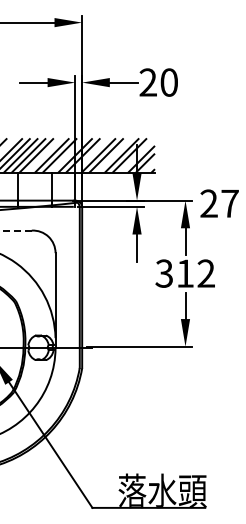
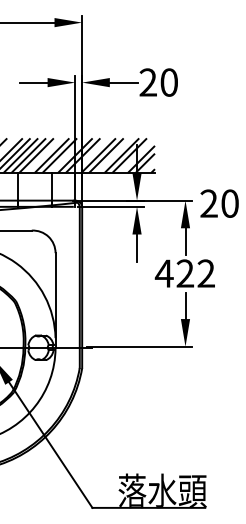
text at (229, 203): 27 -> 20
line at (16, 230): dashed -> solid
text at (173, 273): 312 -> 422
